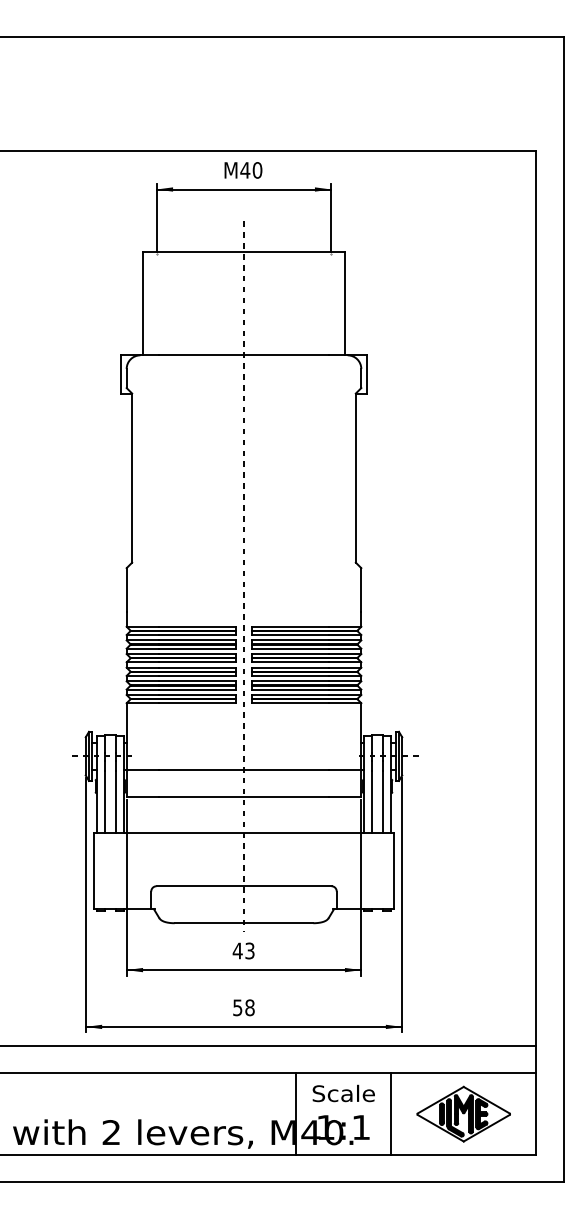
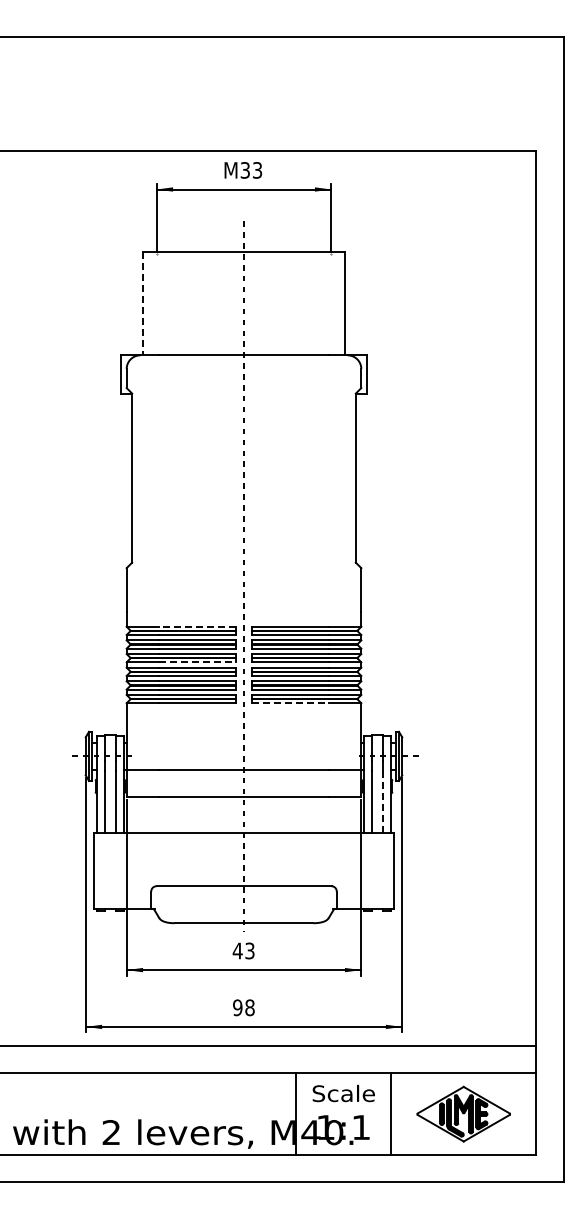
text at (251, 170): M40 -> M33
line at (143, 303): solid -> dashed
line at (197, 626): solid -> dashed
line at (198, 662): solid -> dashed
line at (290, 703): solid -> dashed
line at (383, 801): solid -> dashed
text at (237, 1007): 58 -> 98
